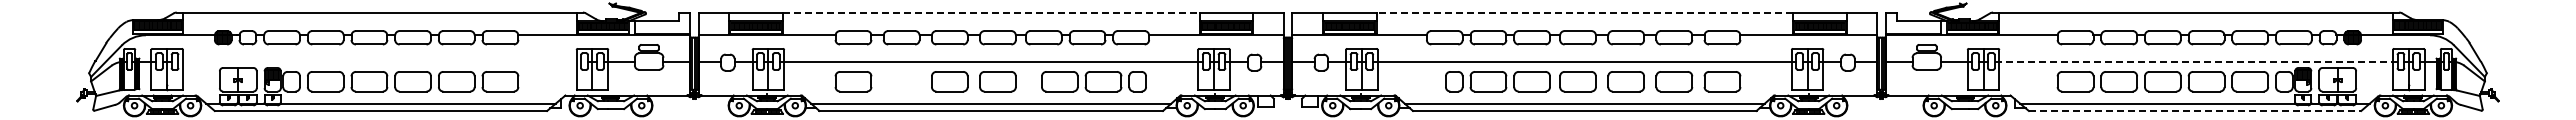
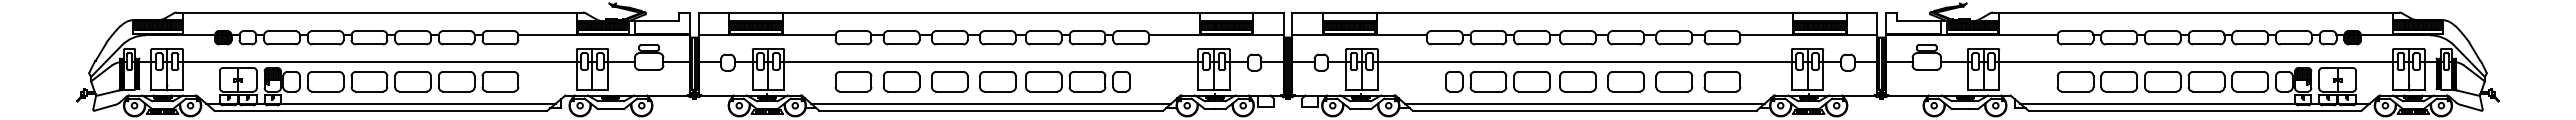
line at (991, 12): dashed -> solid
line at (1584, 12): dashed -> solid
line at (379, 61): none -> present
line at (2195, 61): dashed -> solid
part at (901, 81): none -> present
part at (1093, 81) position: (1093, 81) -> (1077, 81)
line at (2195, 110): dashed -> solid
